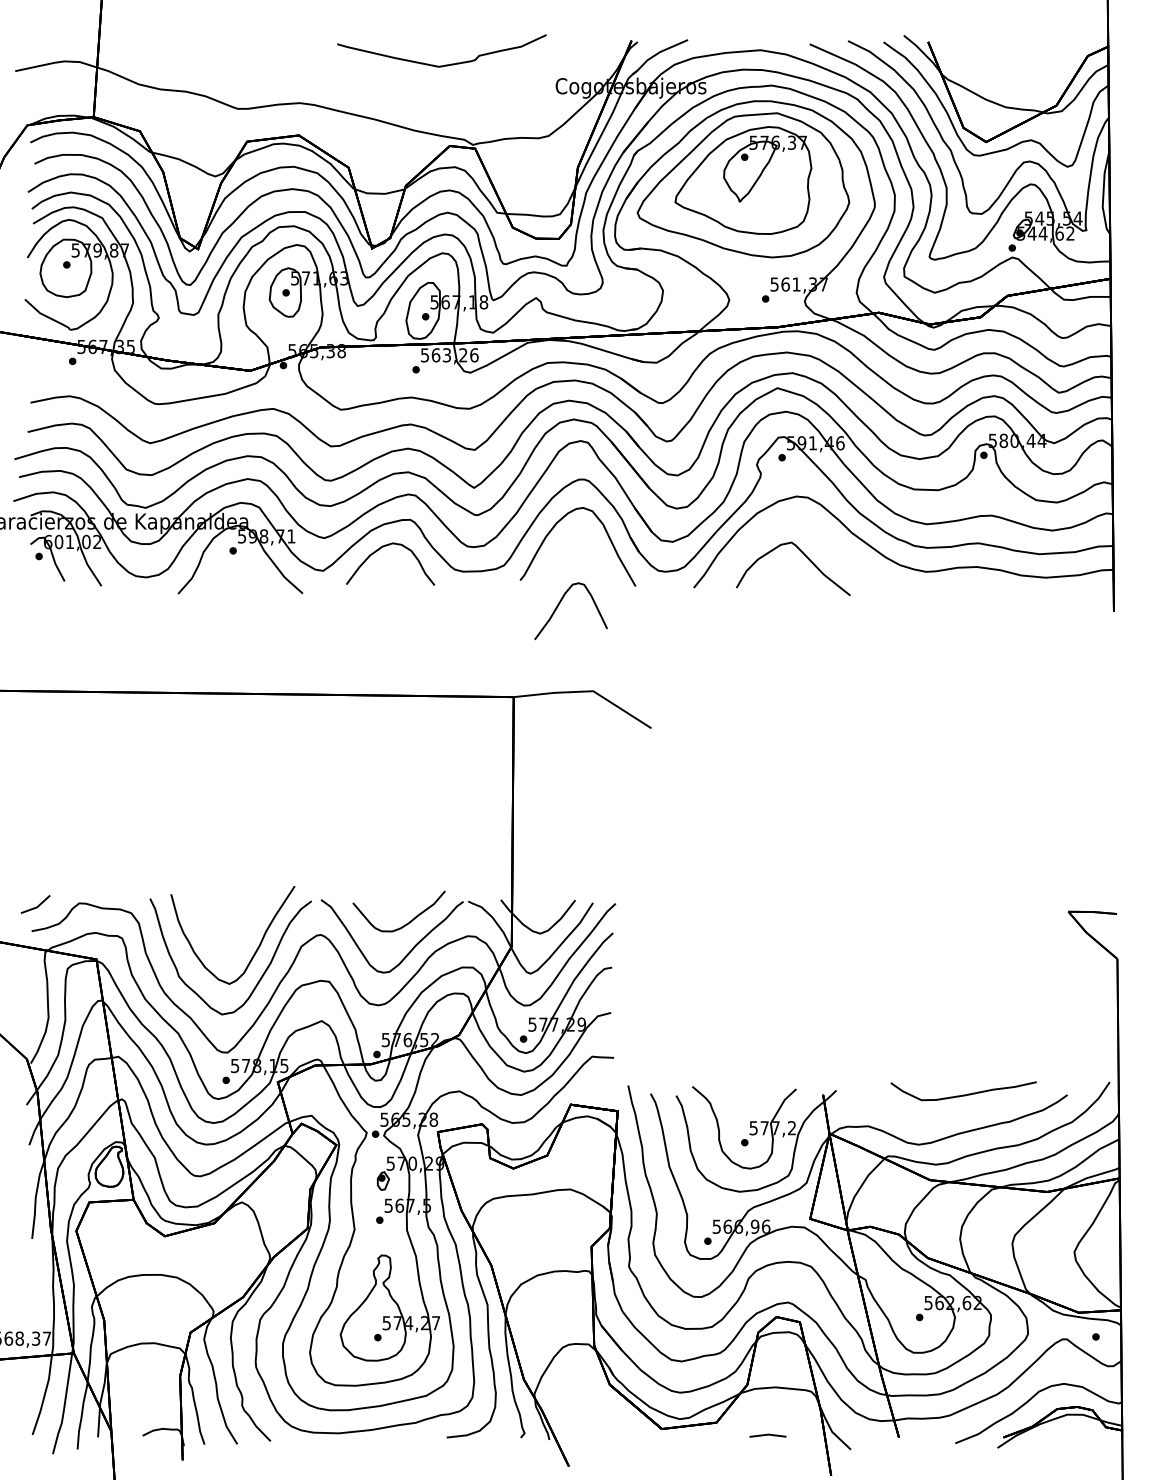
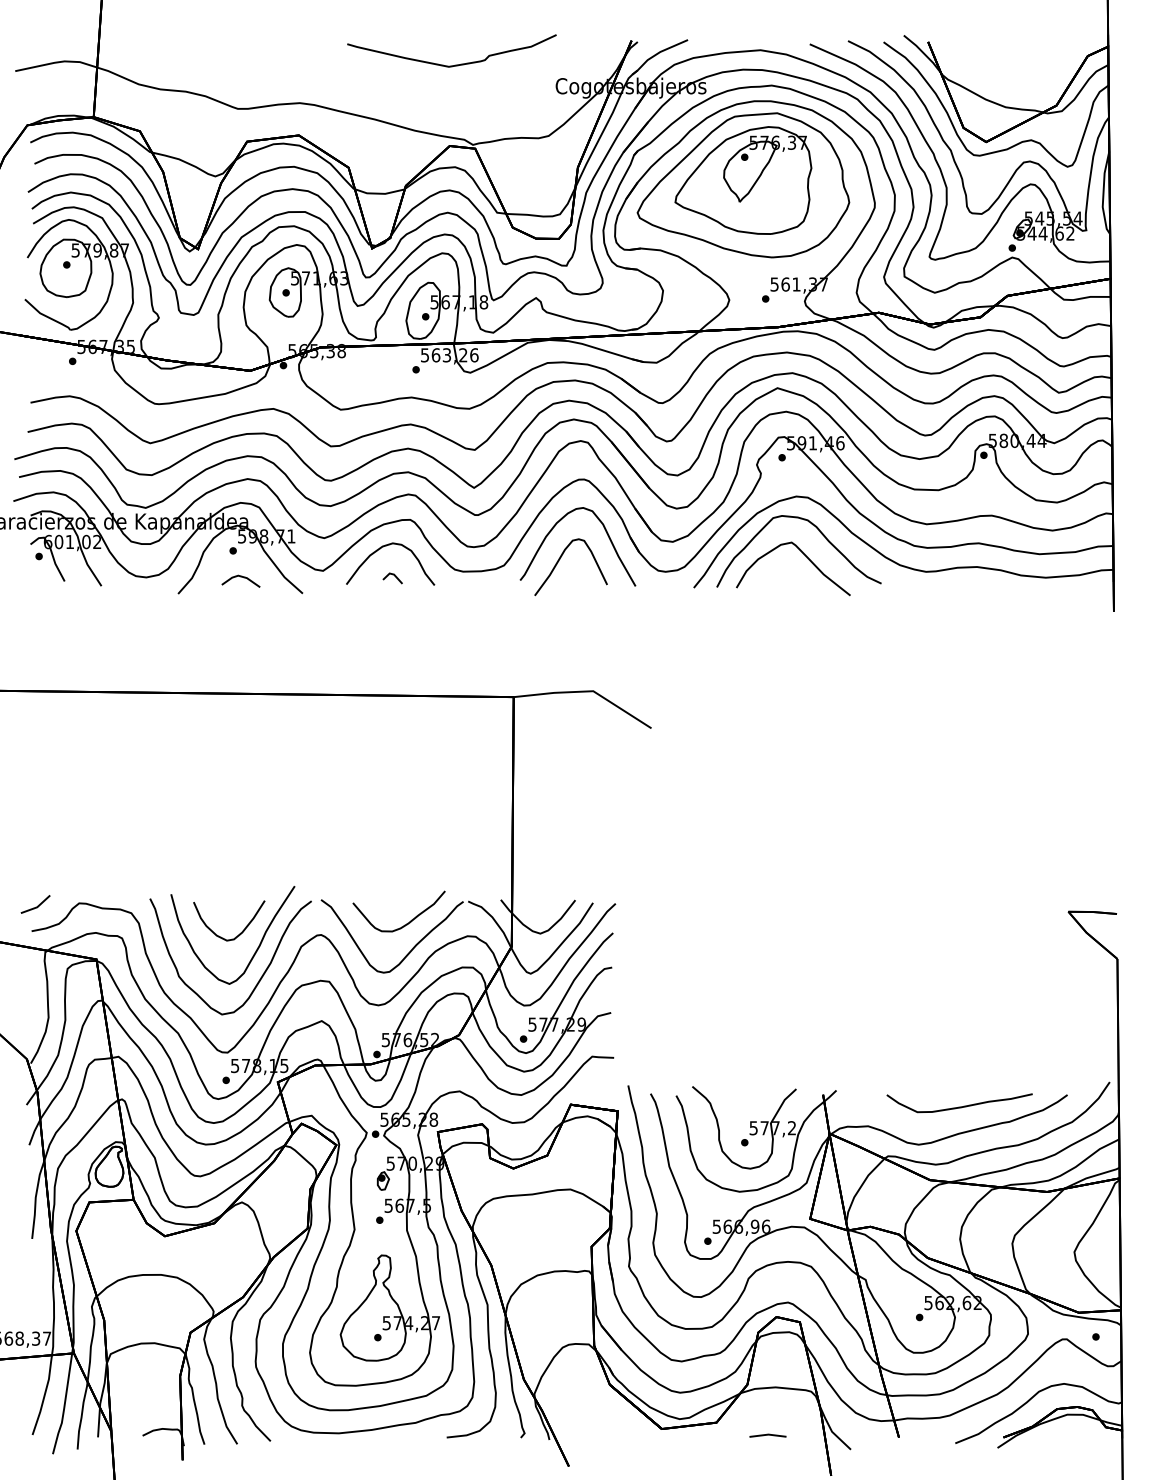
part at (445, 64) position: (445, 64) -> (455, 64)
curve at (820, 533): none -> present
line at (394, 576): none -> present
line at (240, 577): none -> present
curve at (559, 605) position: (559, 605) -> (559, 561)
curve at (241, 931): none -> present
curve at (963, 1094) position: (963, 1094) -> (959, 1106)
